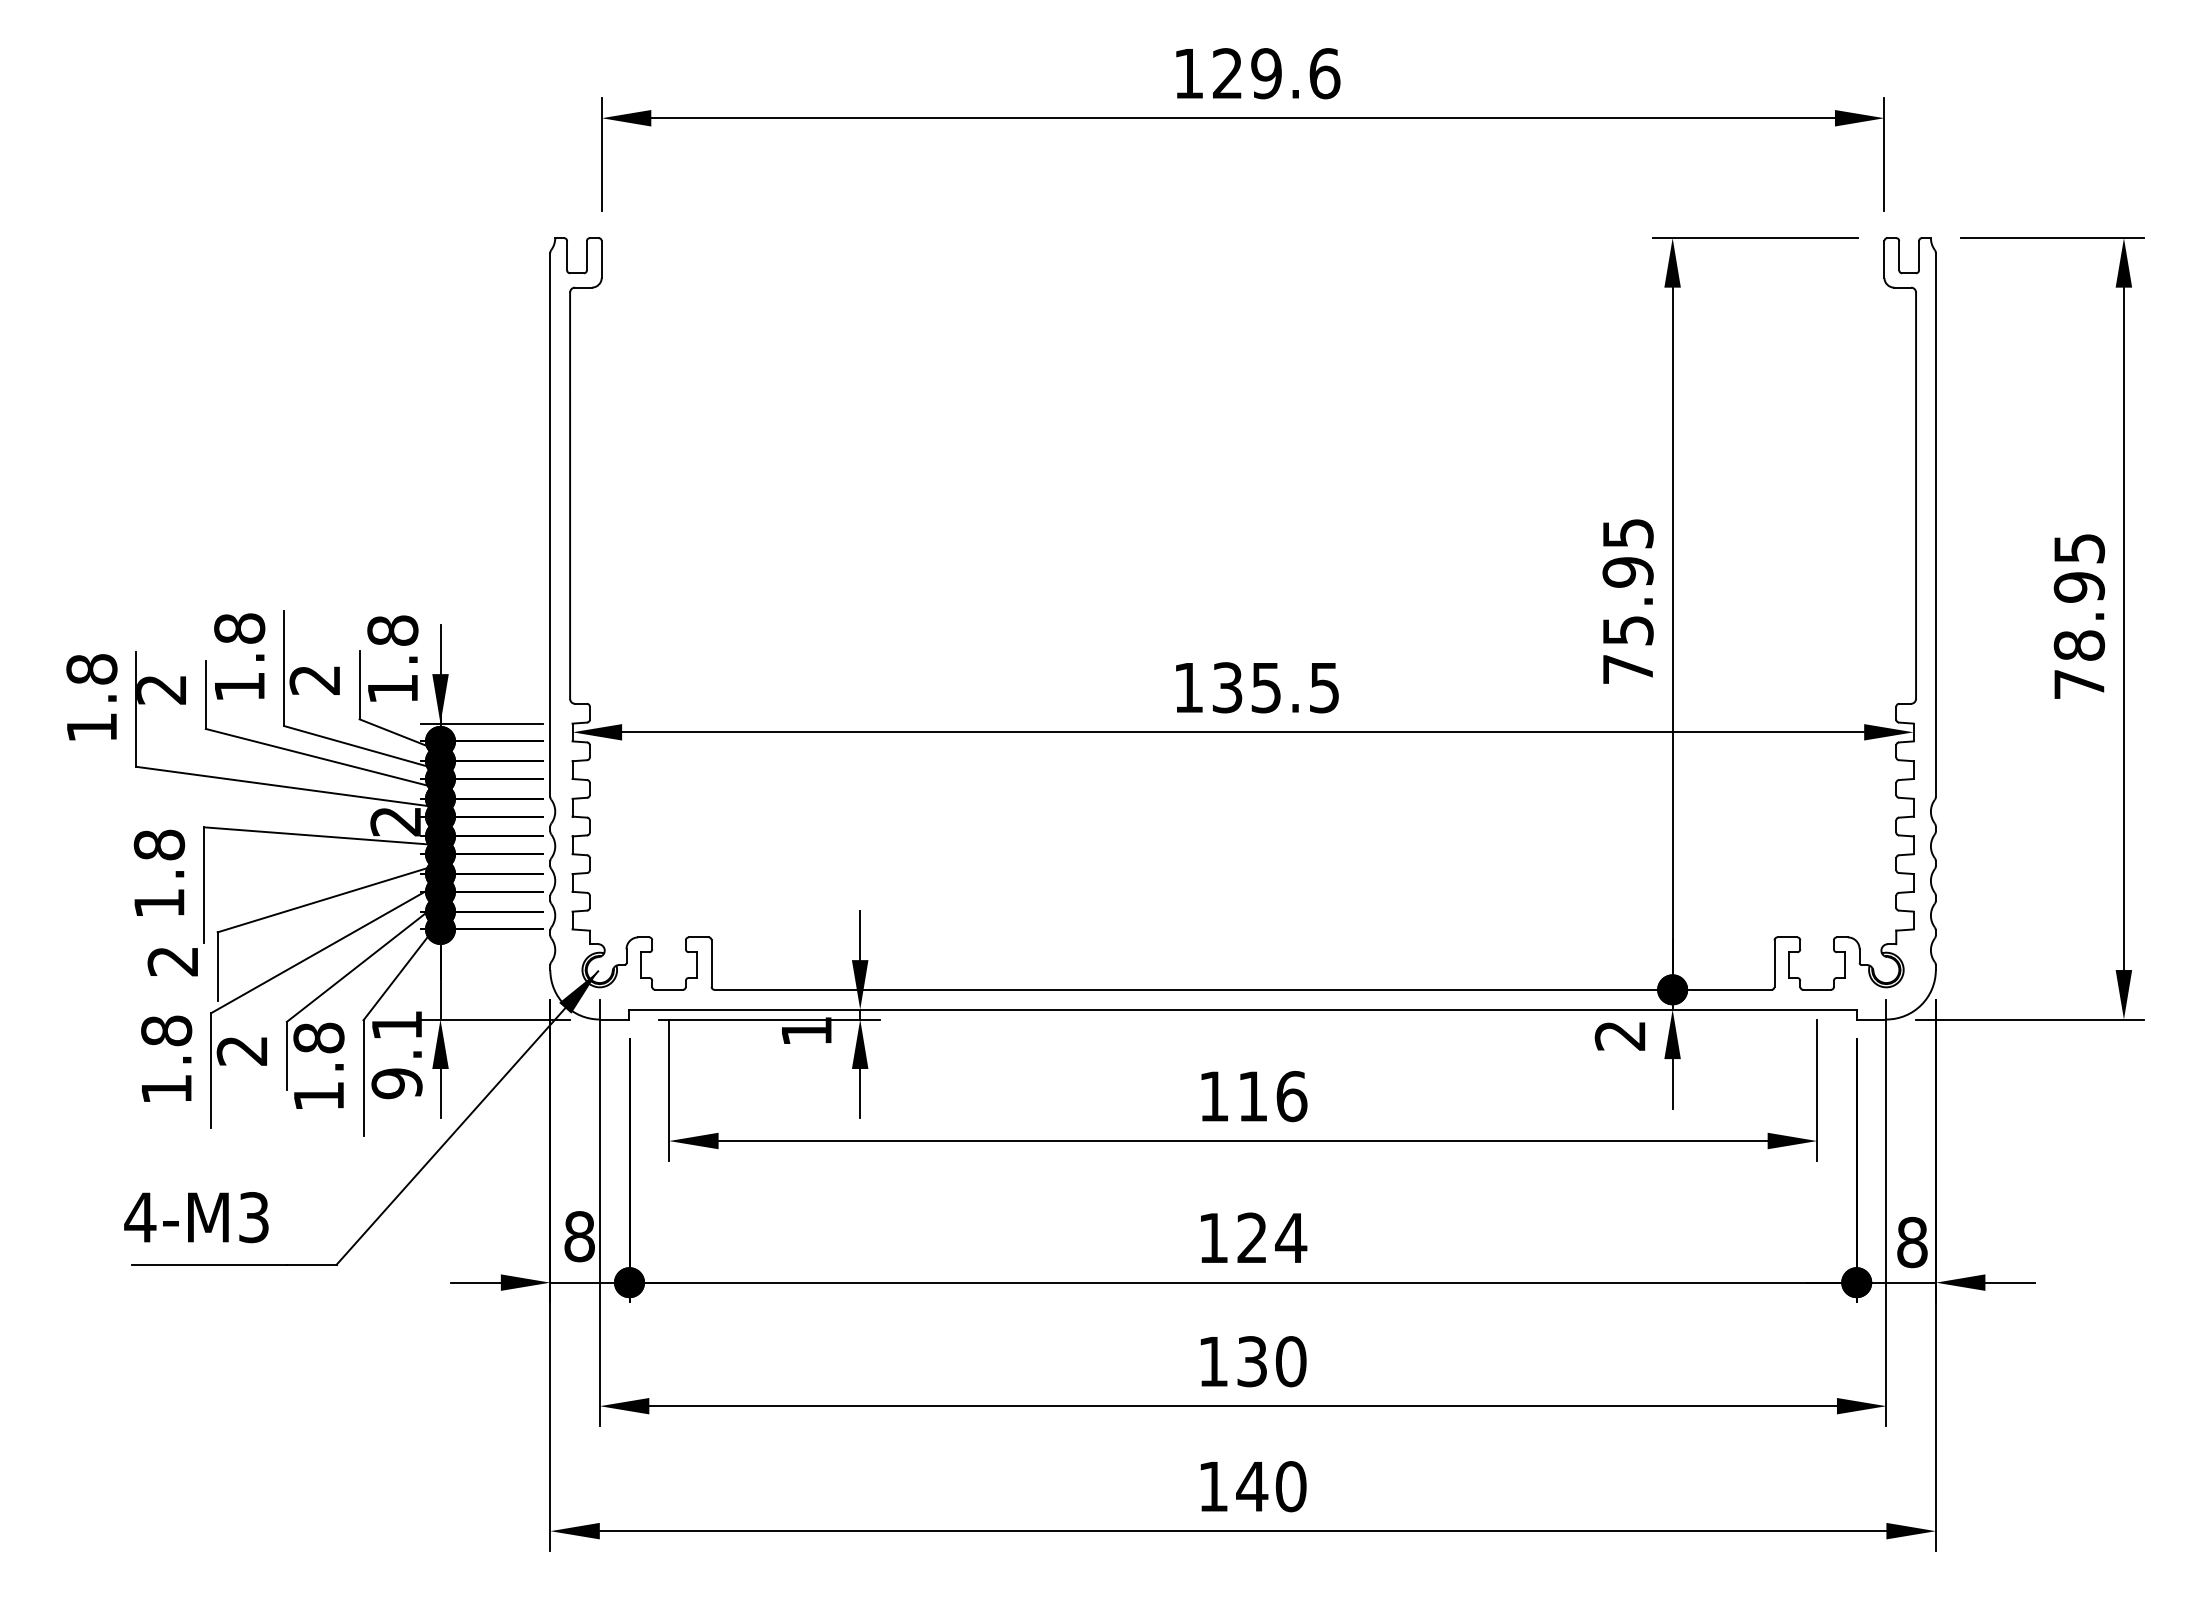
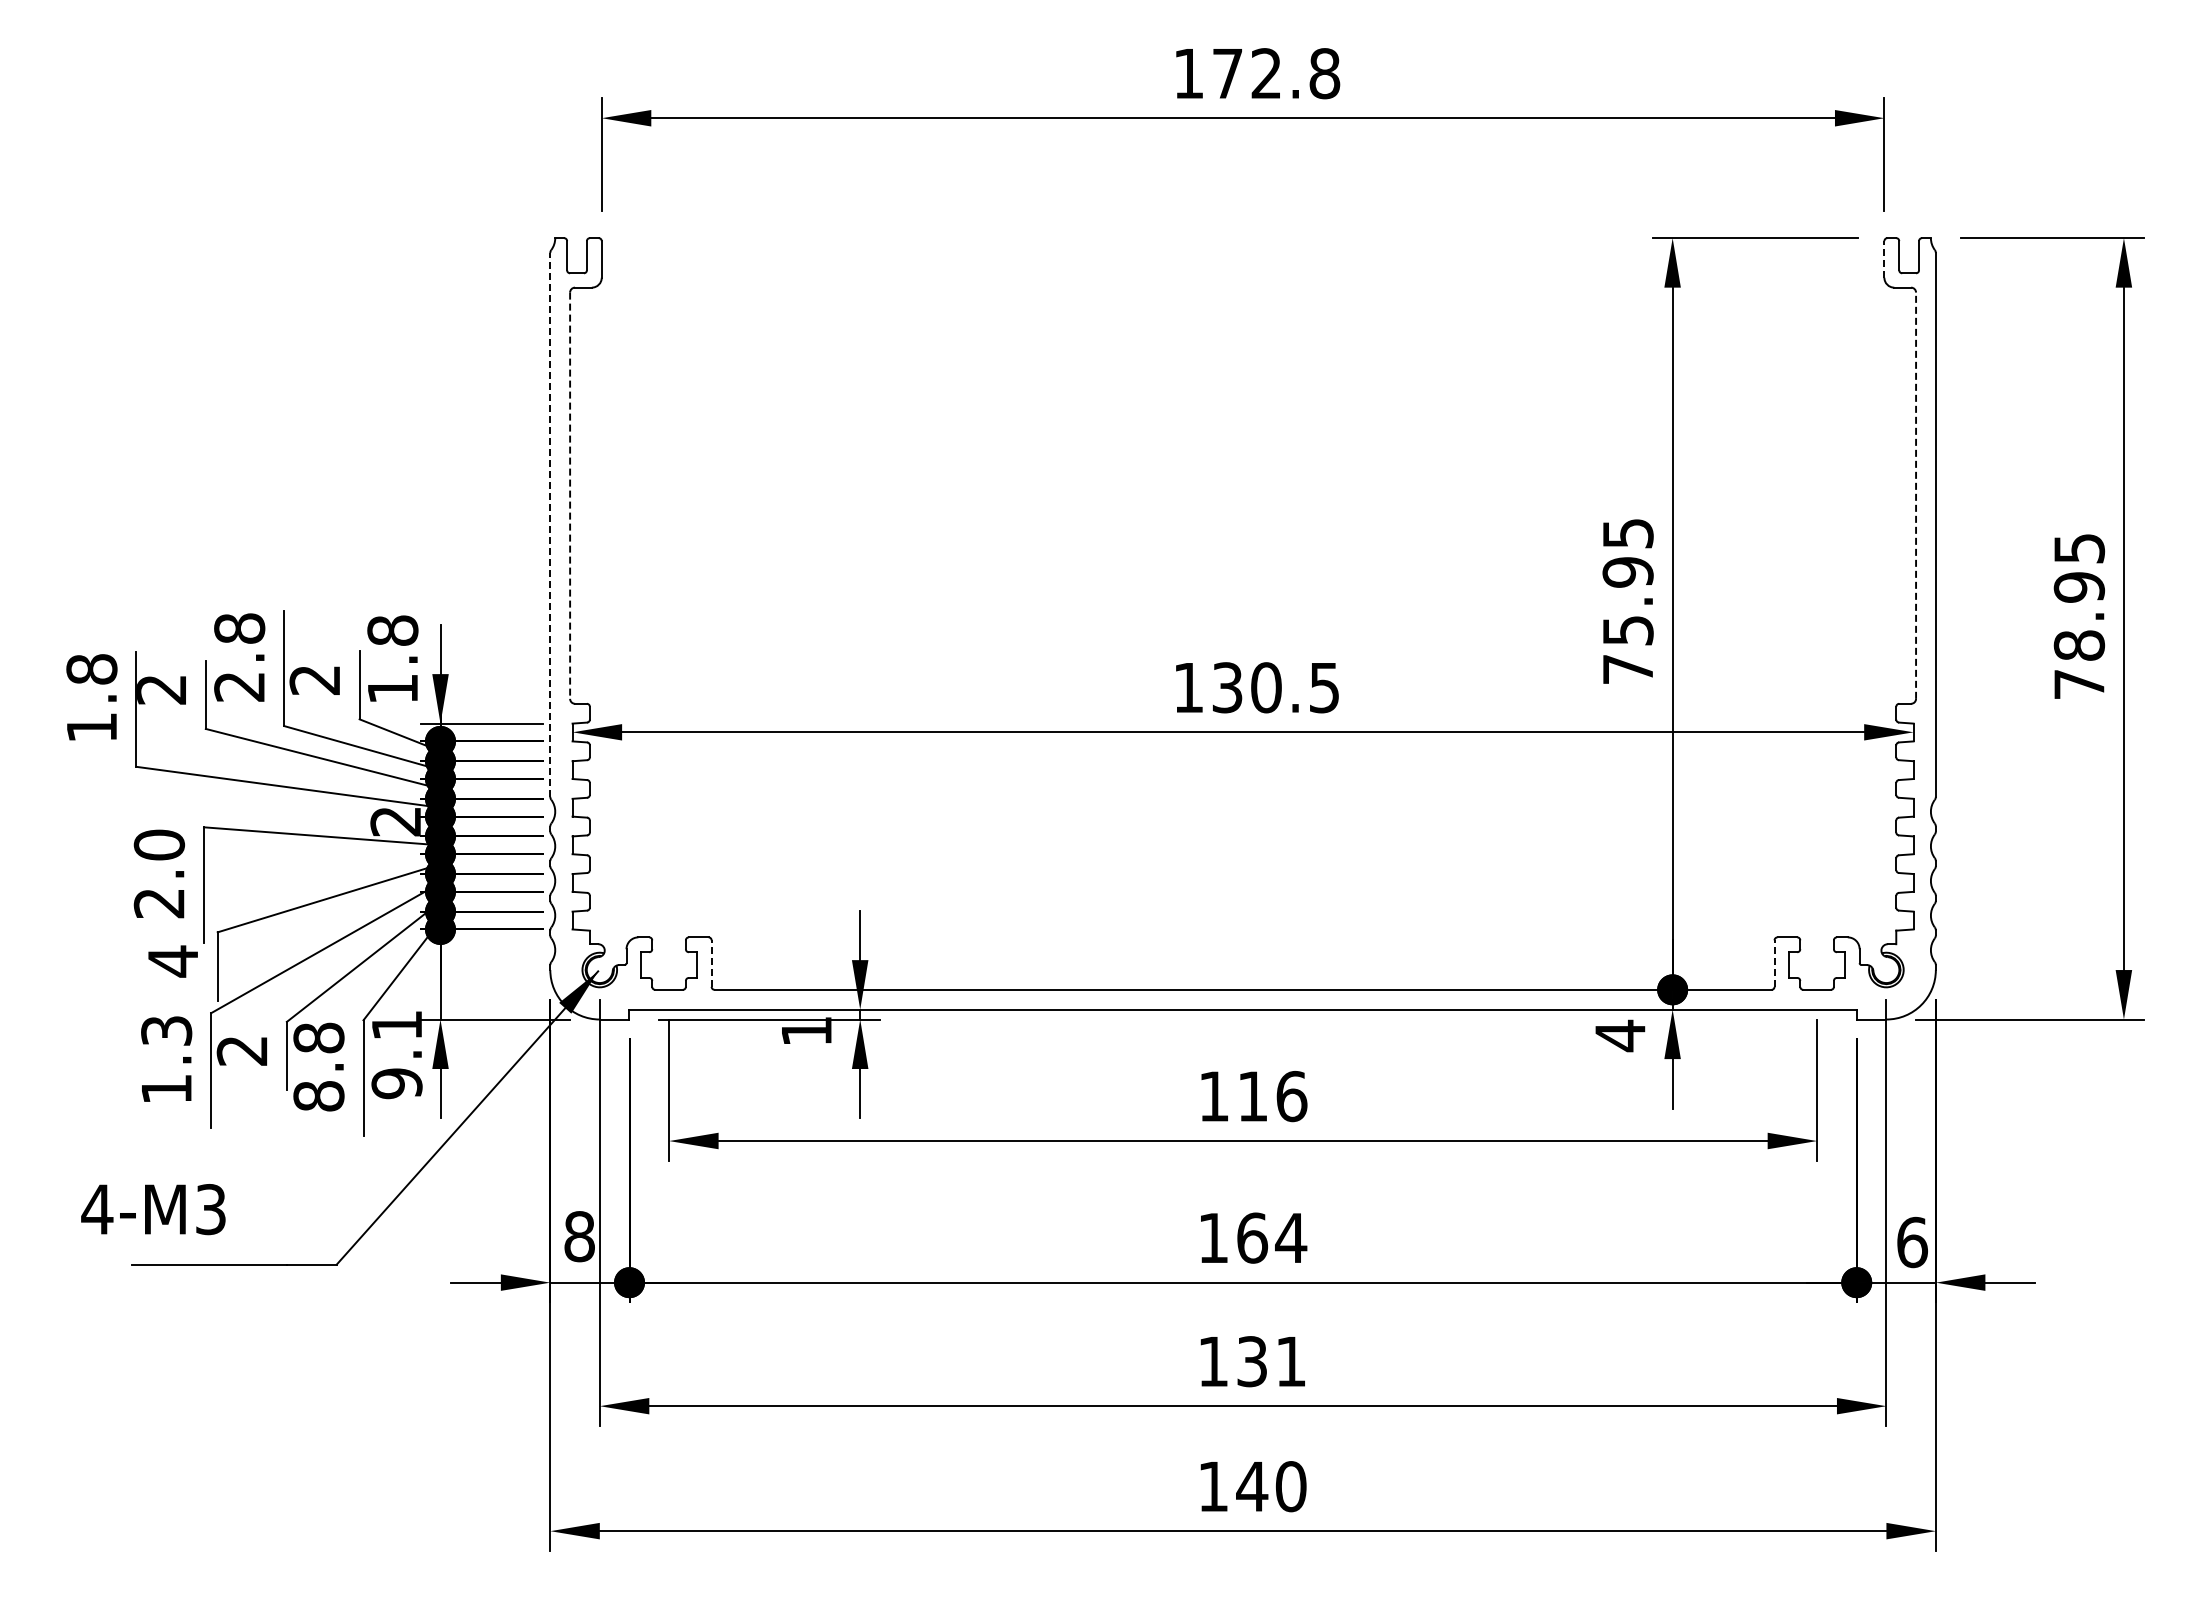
text at (1276, 73): 129.6 -> 172.8
line at (1884, 258): solid -> dashed
line at (1916, 495): solid -> dashed
line at (570, 496): solid -> dashed
line at (550, 524): solid -> dashed
text at (239, 687): 1.8 -> 2.8
text at (1266, 687): 135.5 -> 130.5
text at (158, 873): 1.8 -> 2.0
text at (172, 961): 2 -> 4
line at (711, 963): solid -> dashed
line at (1774, 963): solid -> dashed
text at (166, 1030): 1.8 -> 1.3
text at (1619, 1035): 2 -> 4
text at (318, 1096): 1.8 -> 8.8
text at (196, 1217) position: (196, 1217) -> (153, 1209)
text at (1252, 1237): 124 -> 164
text at (1912, 1242): 8 -> 6
text at (1290, 1361): 130 -> 131
